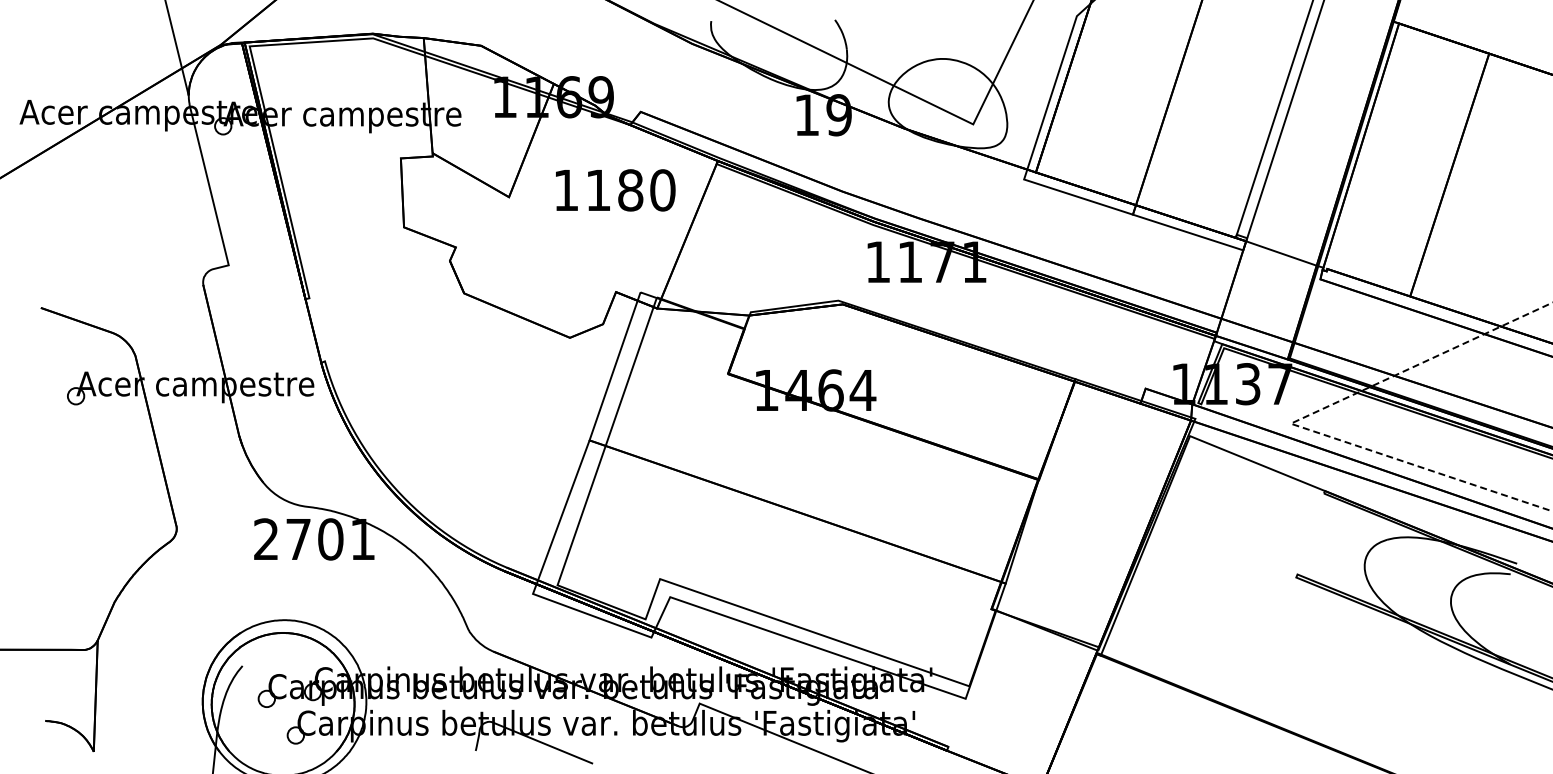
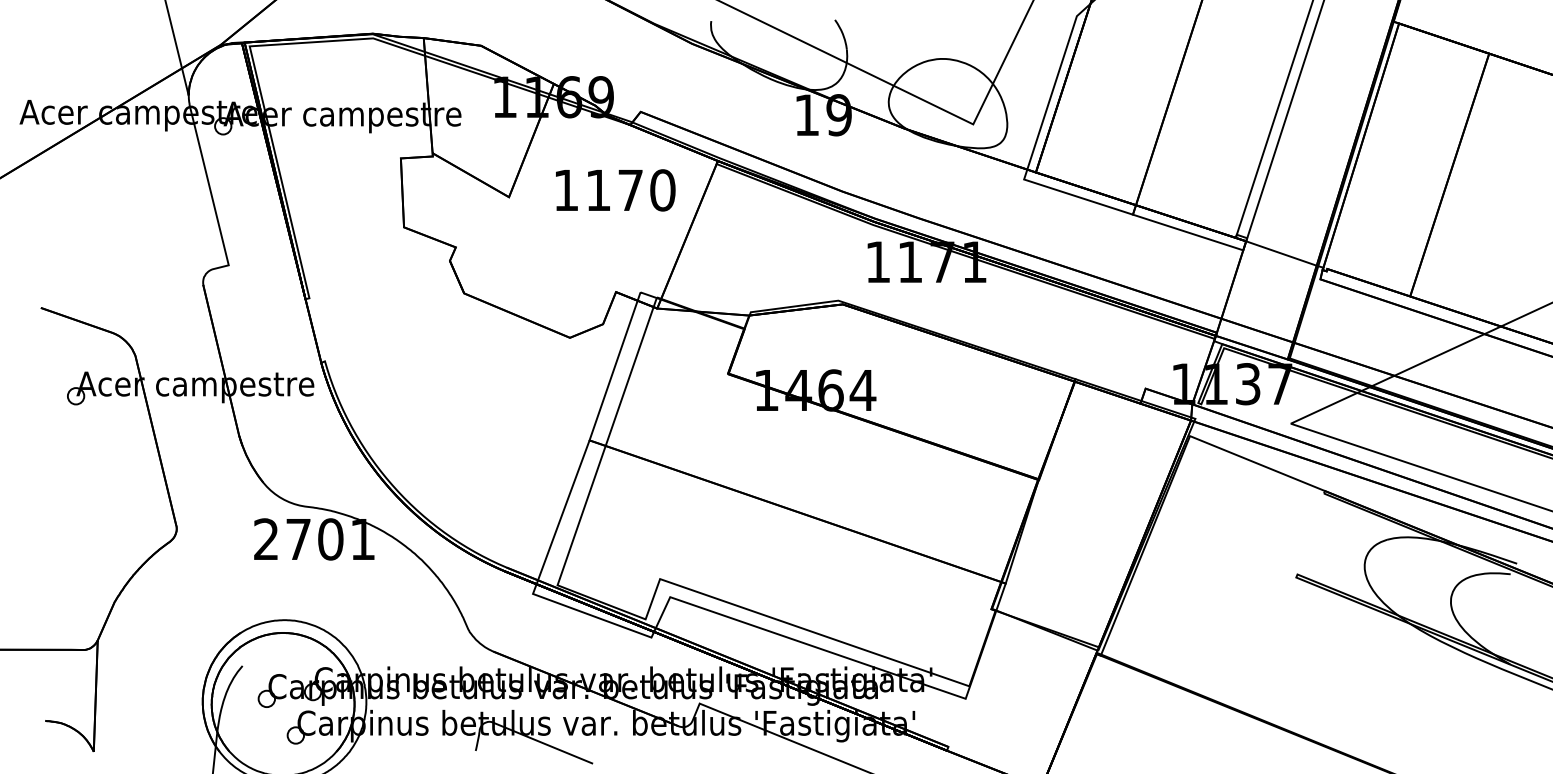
text at (630, 190): 1180 -> 1170
line at (1296, 421): dashed -> solid
